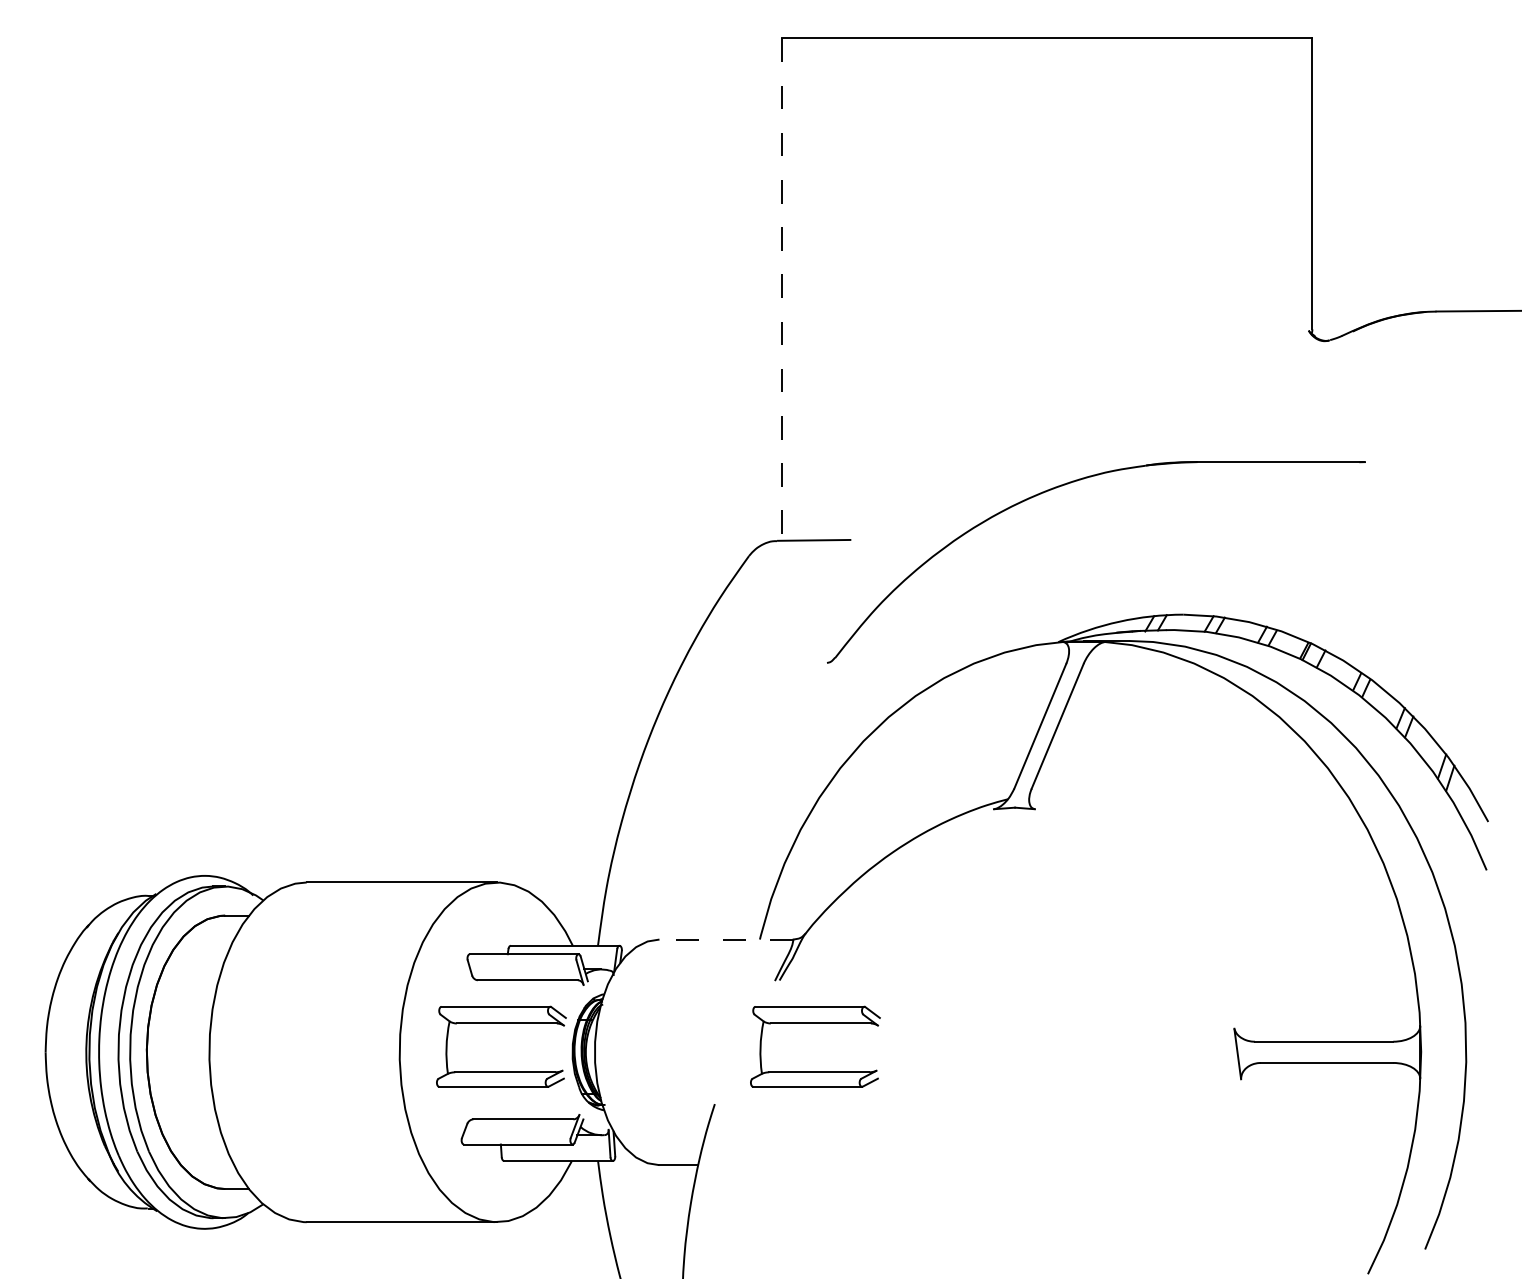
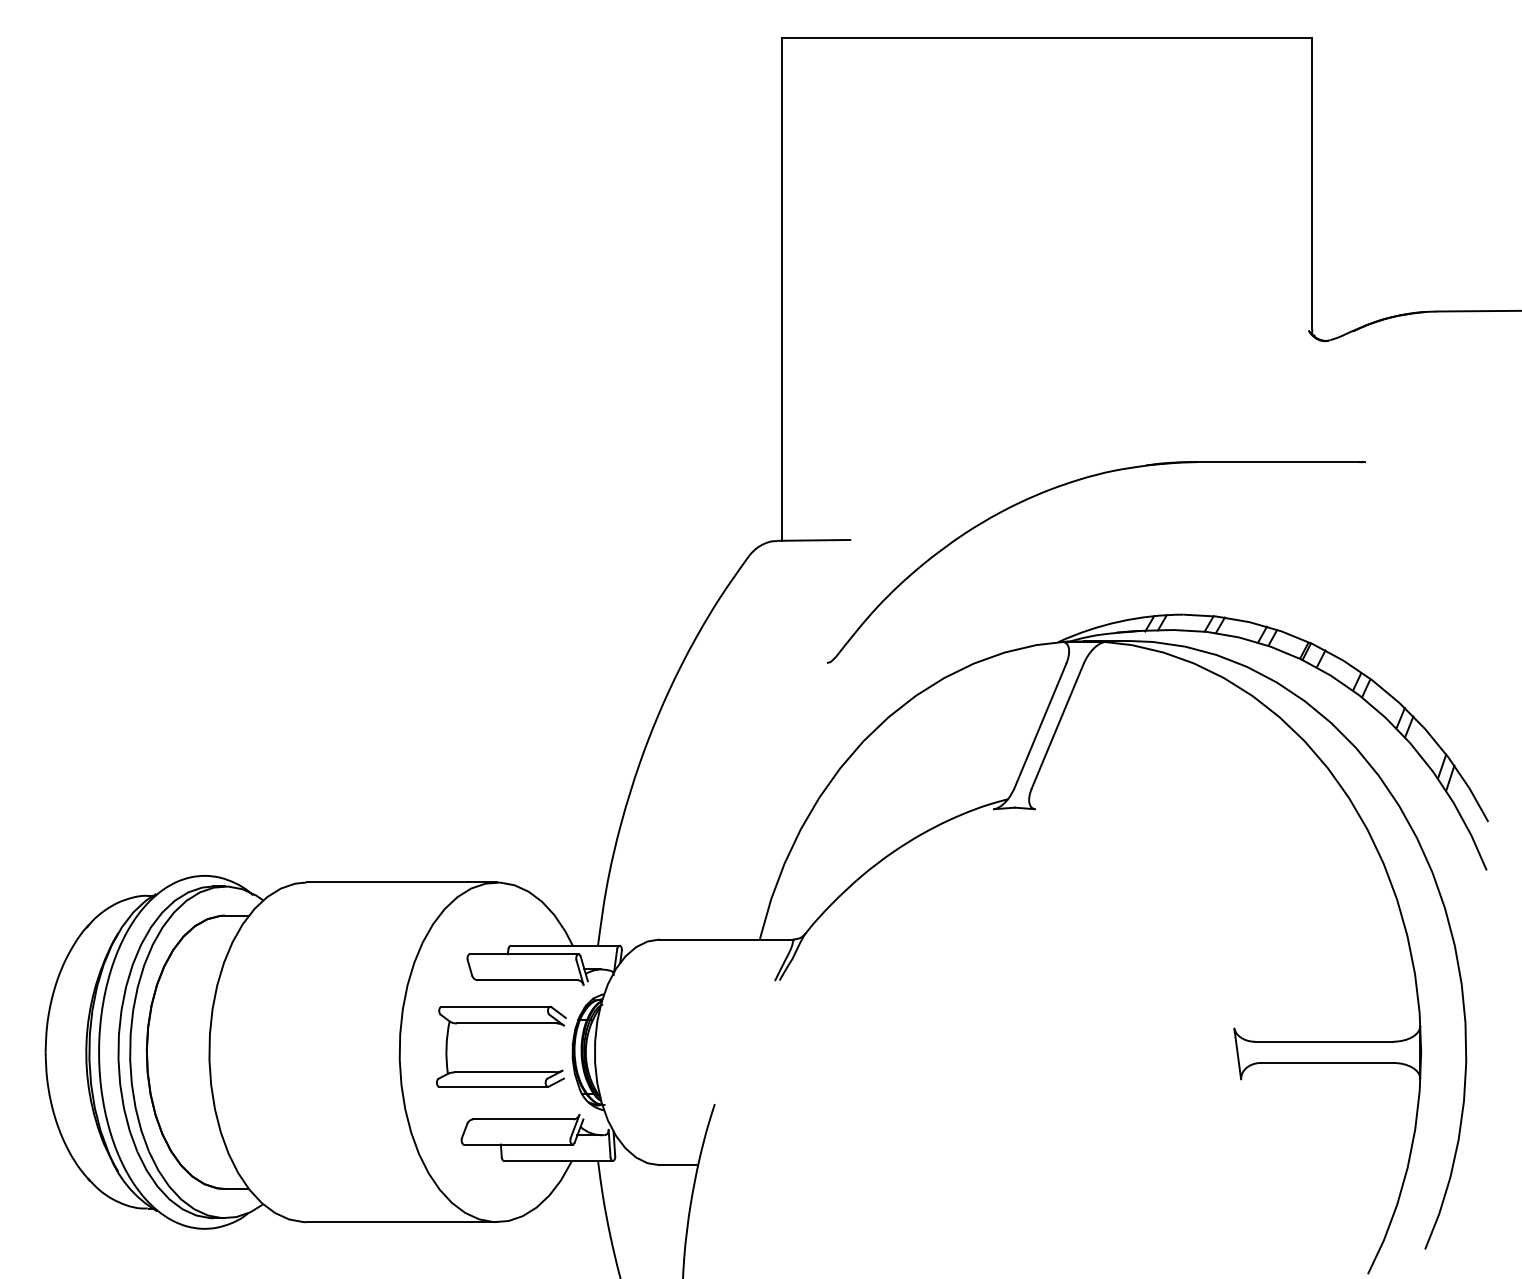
line at (781, 290): dashed -> solid
line at (726, 939): dashed -> solid
part at (815, 1023): present -> none
